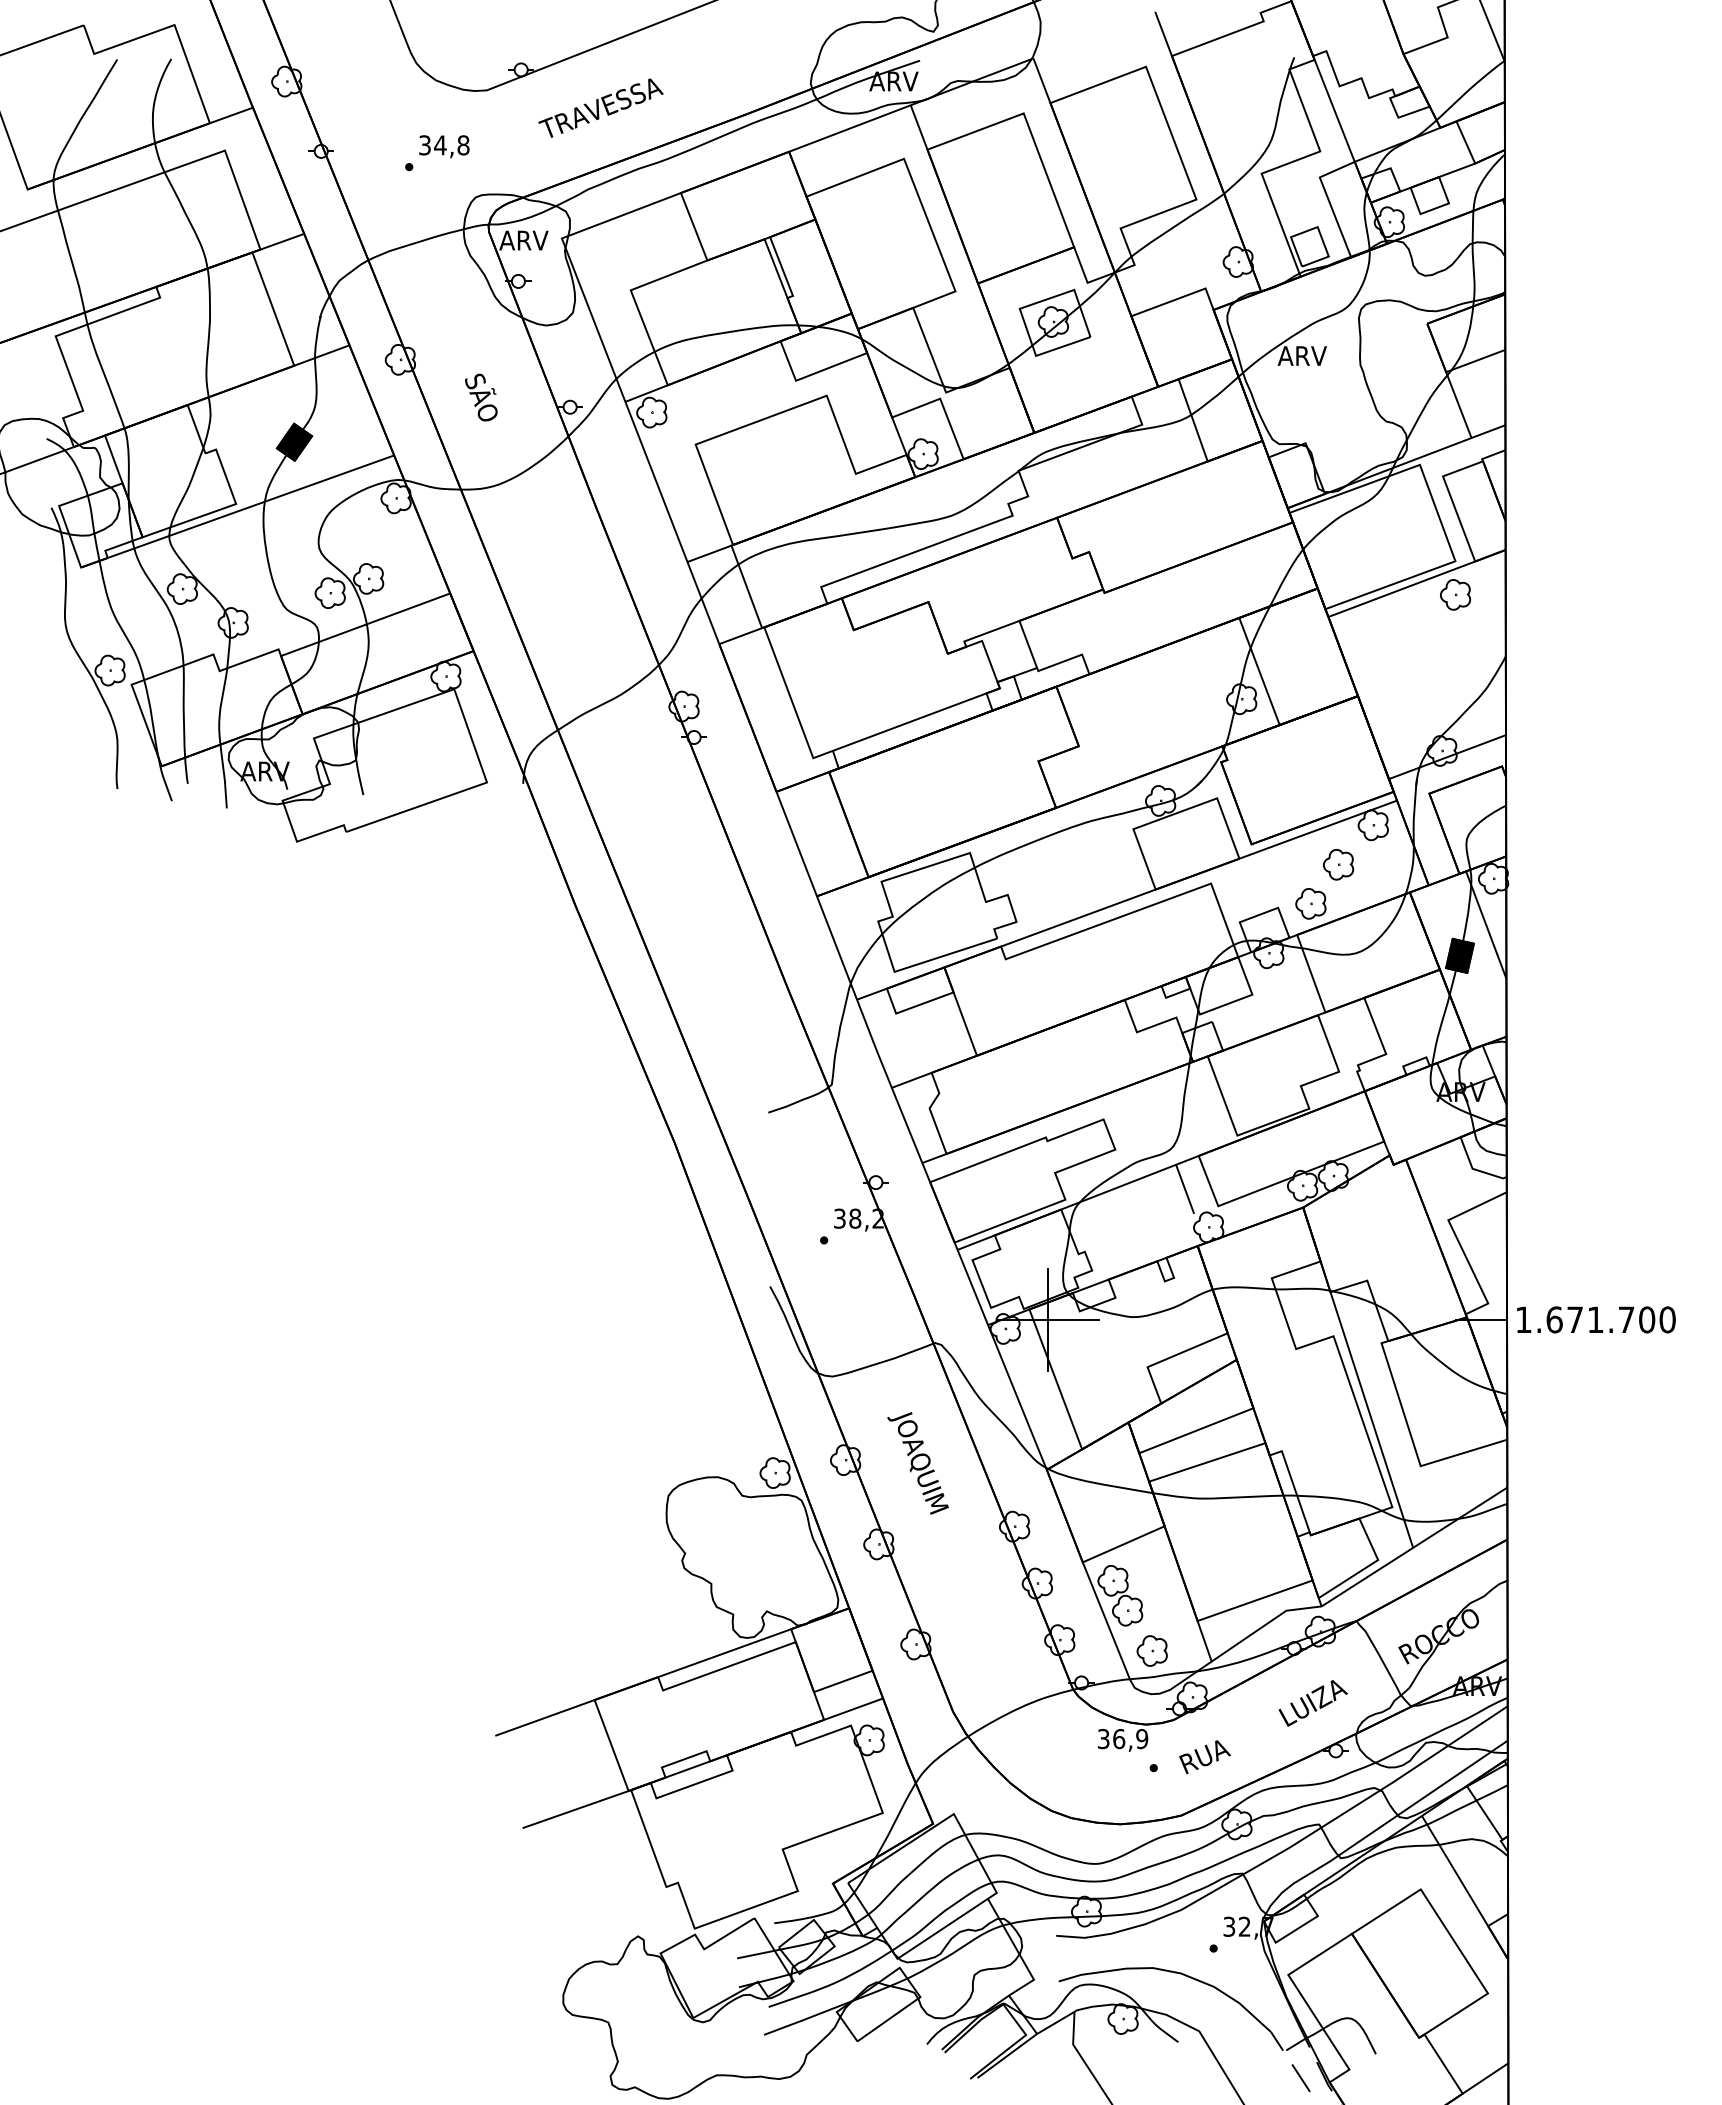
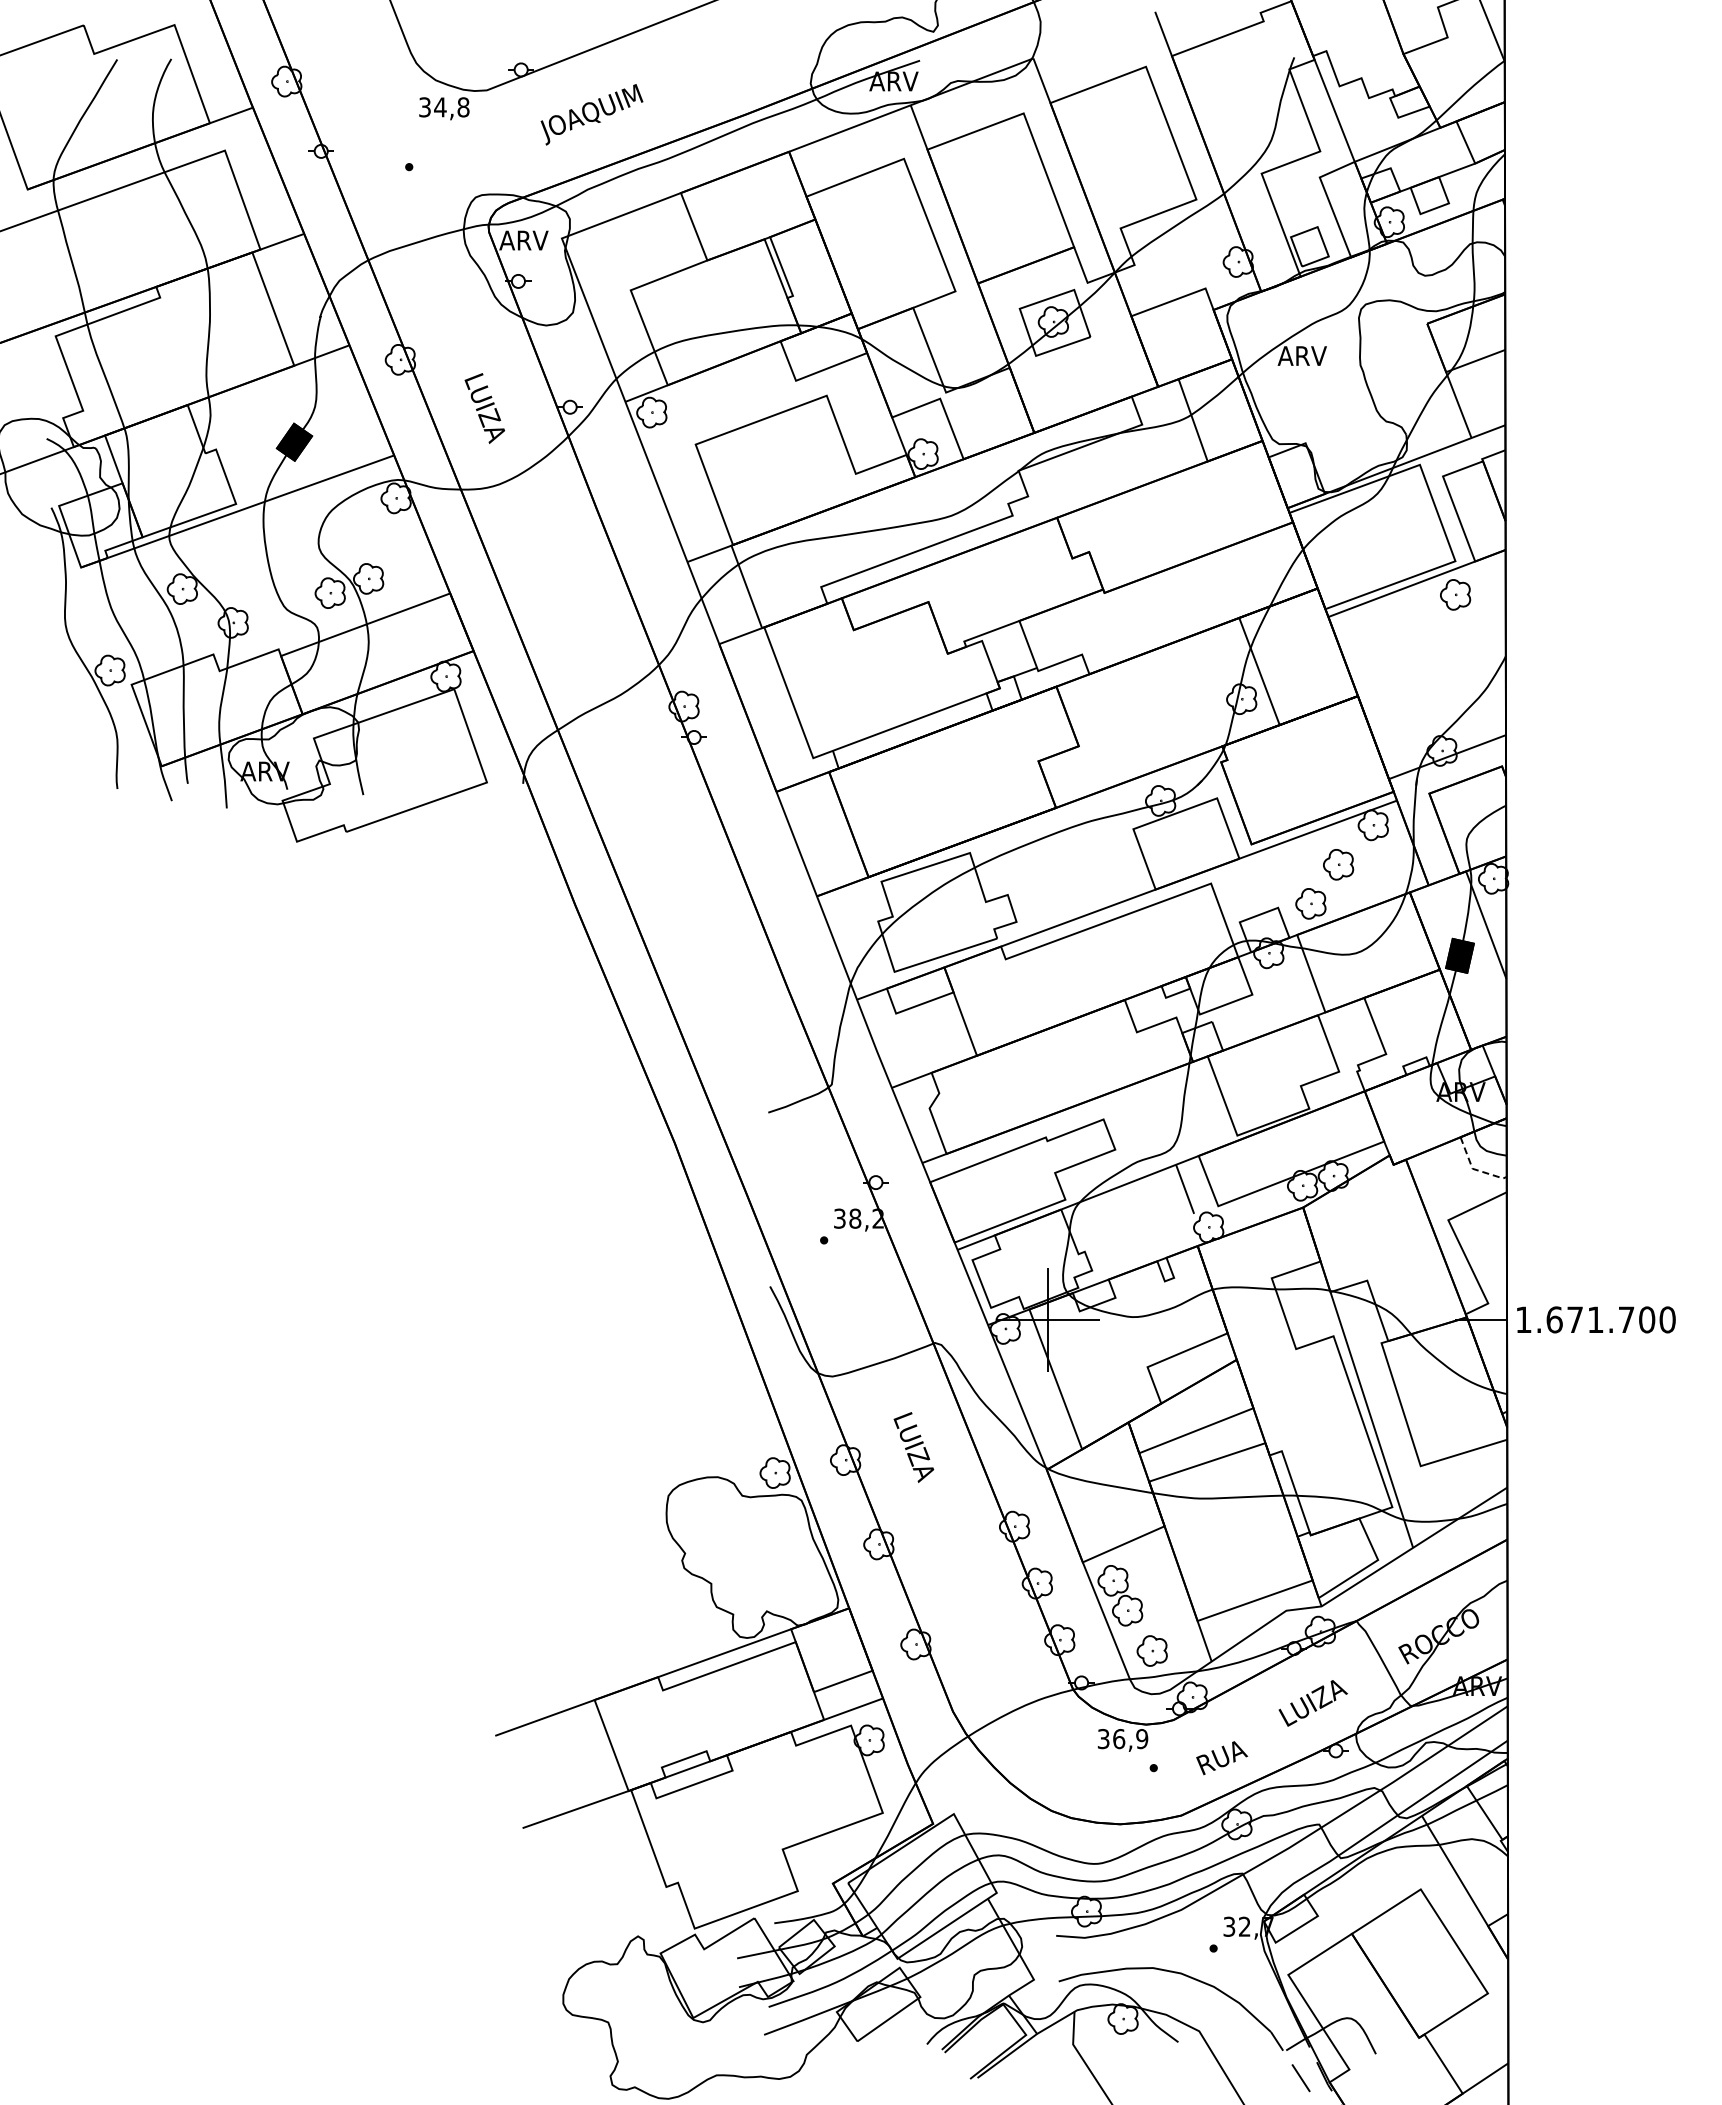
text at (600, 111): TRAVESSA -> JOAQUIM
text at (444, 146) position: (444, 146) -> (444, 108)
text at (484, 408): SÃO -> LUIZA
line at (1474, 1169): solid -> dashed
text at (917, 1465): JOAQUIM -> LUIZA
text at (1205, 1757) position: (1205, 1757) -> (1222, 1758)
